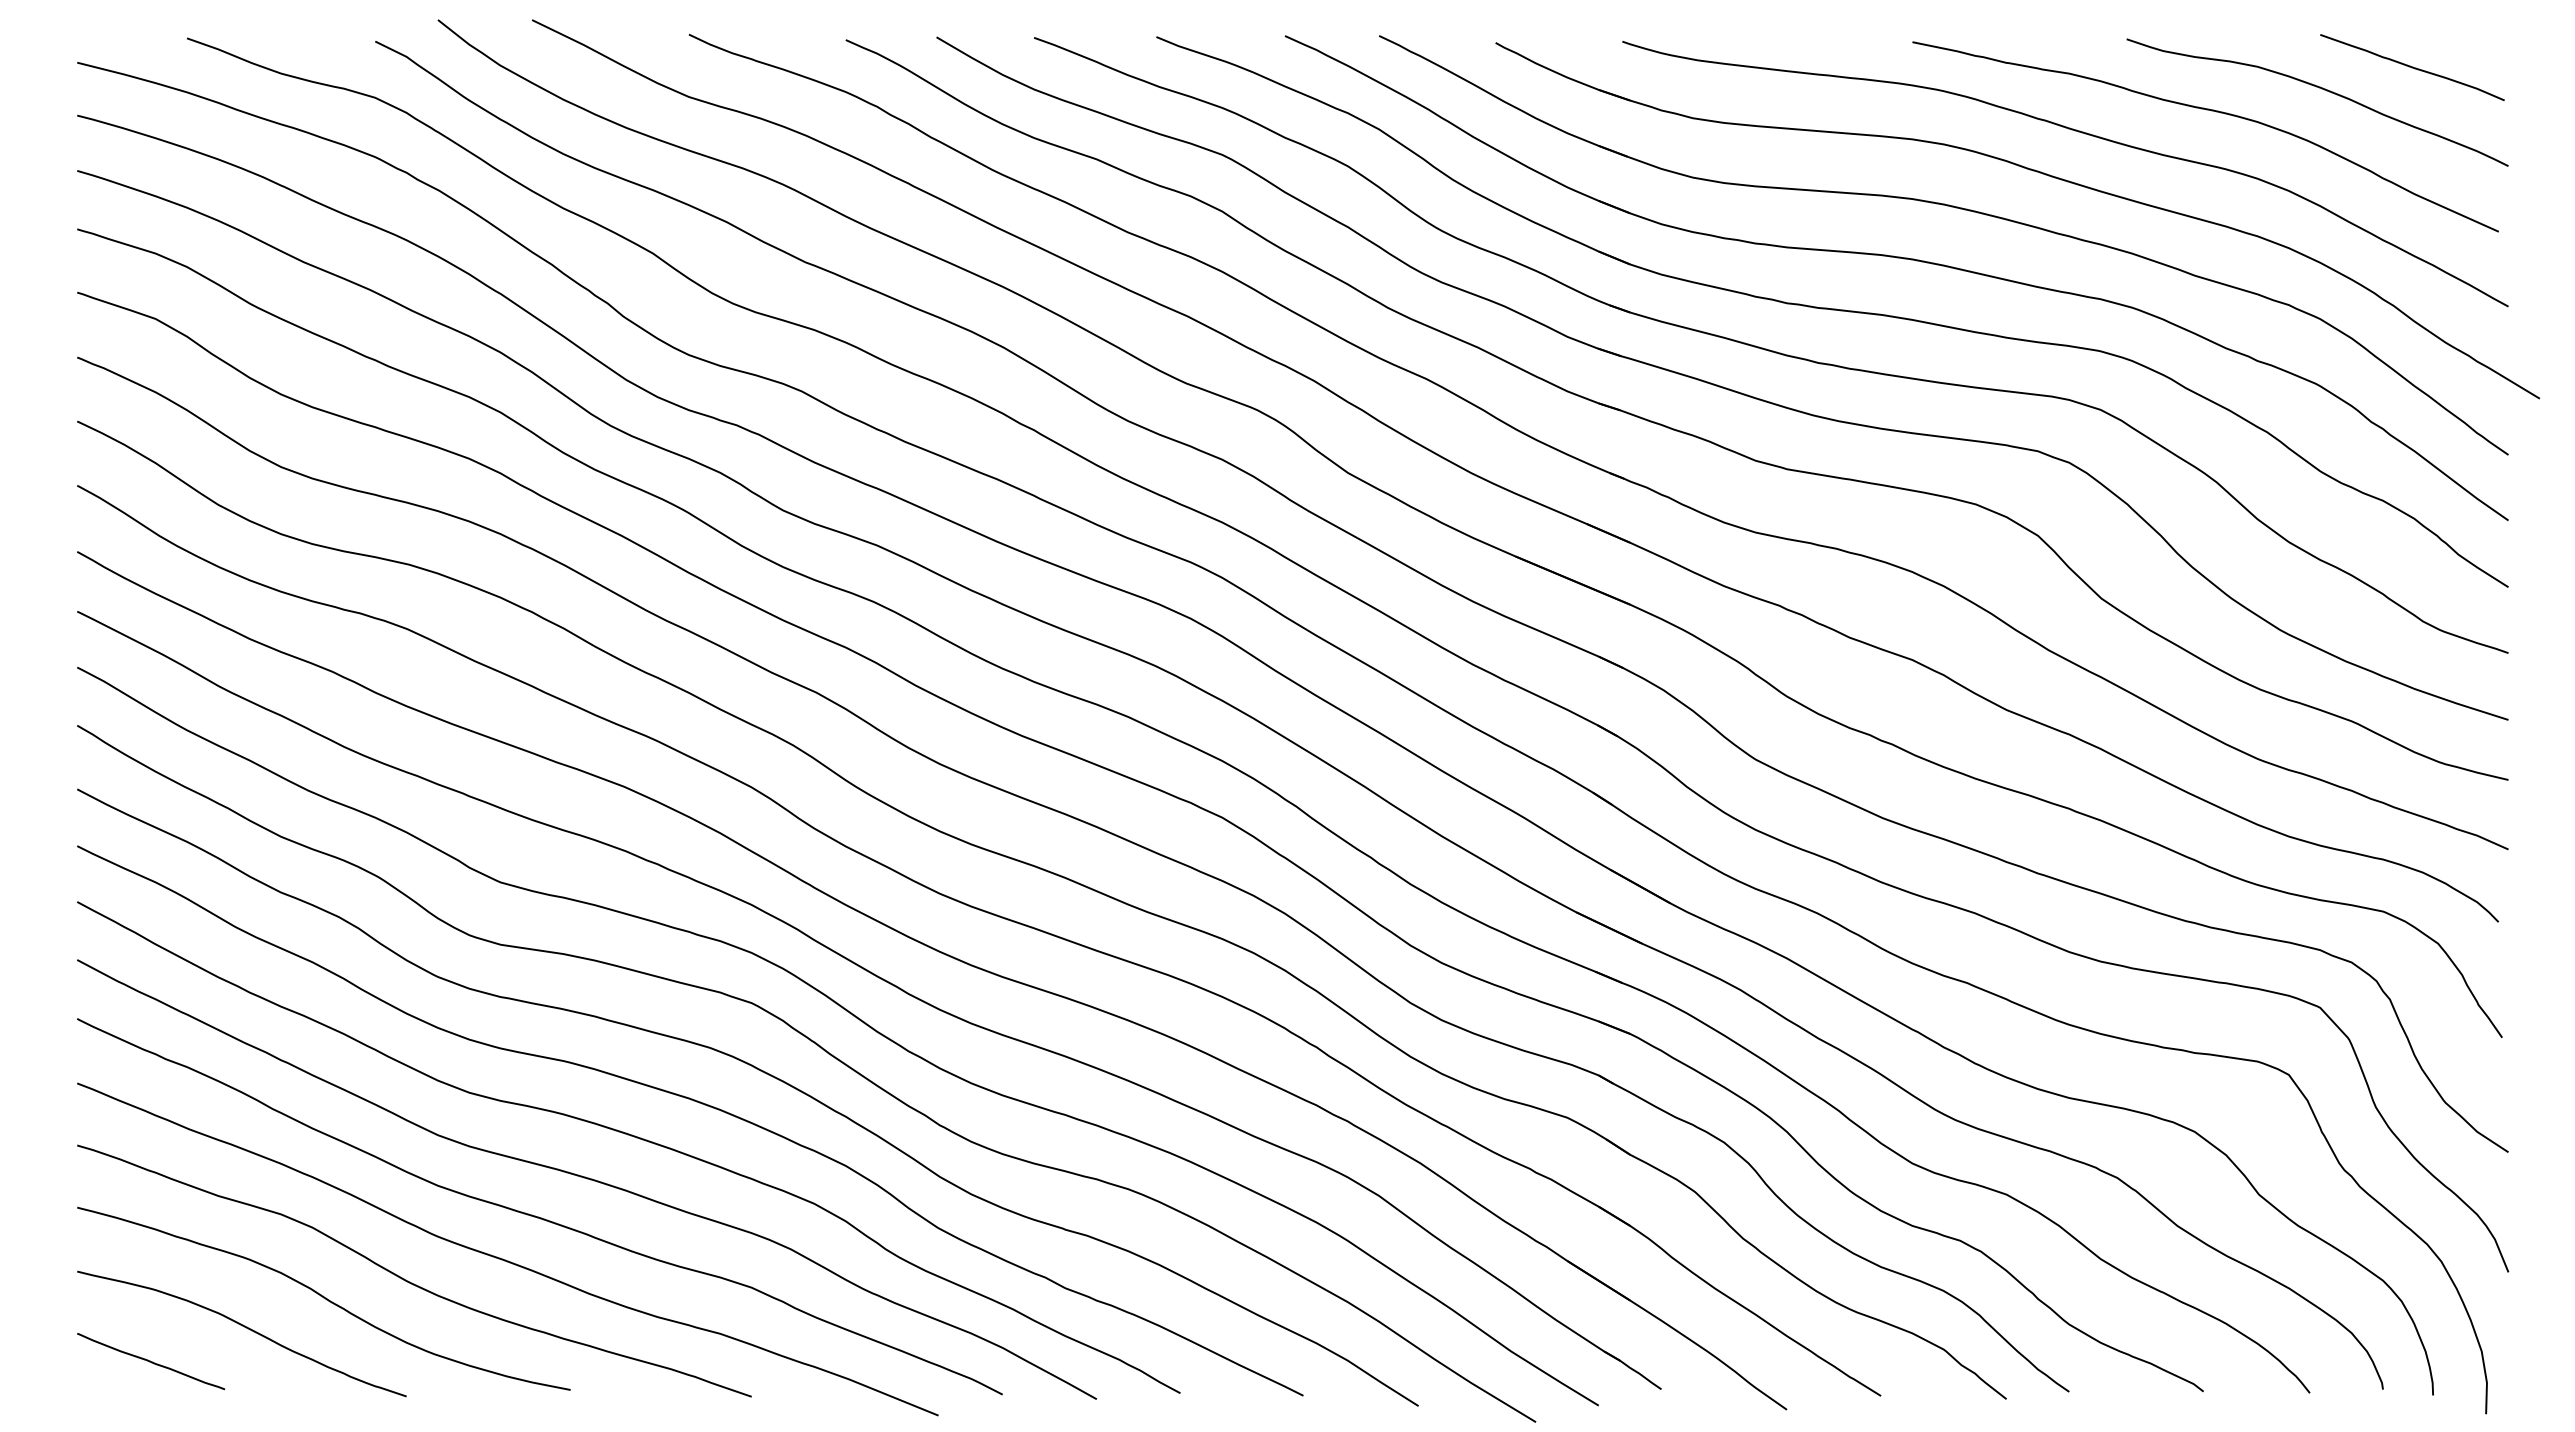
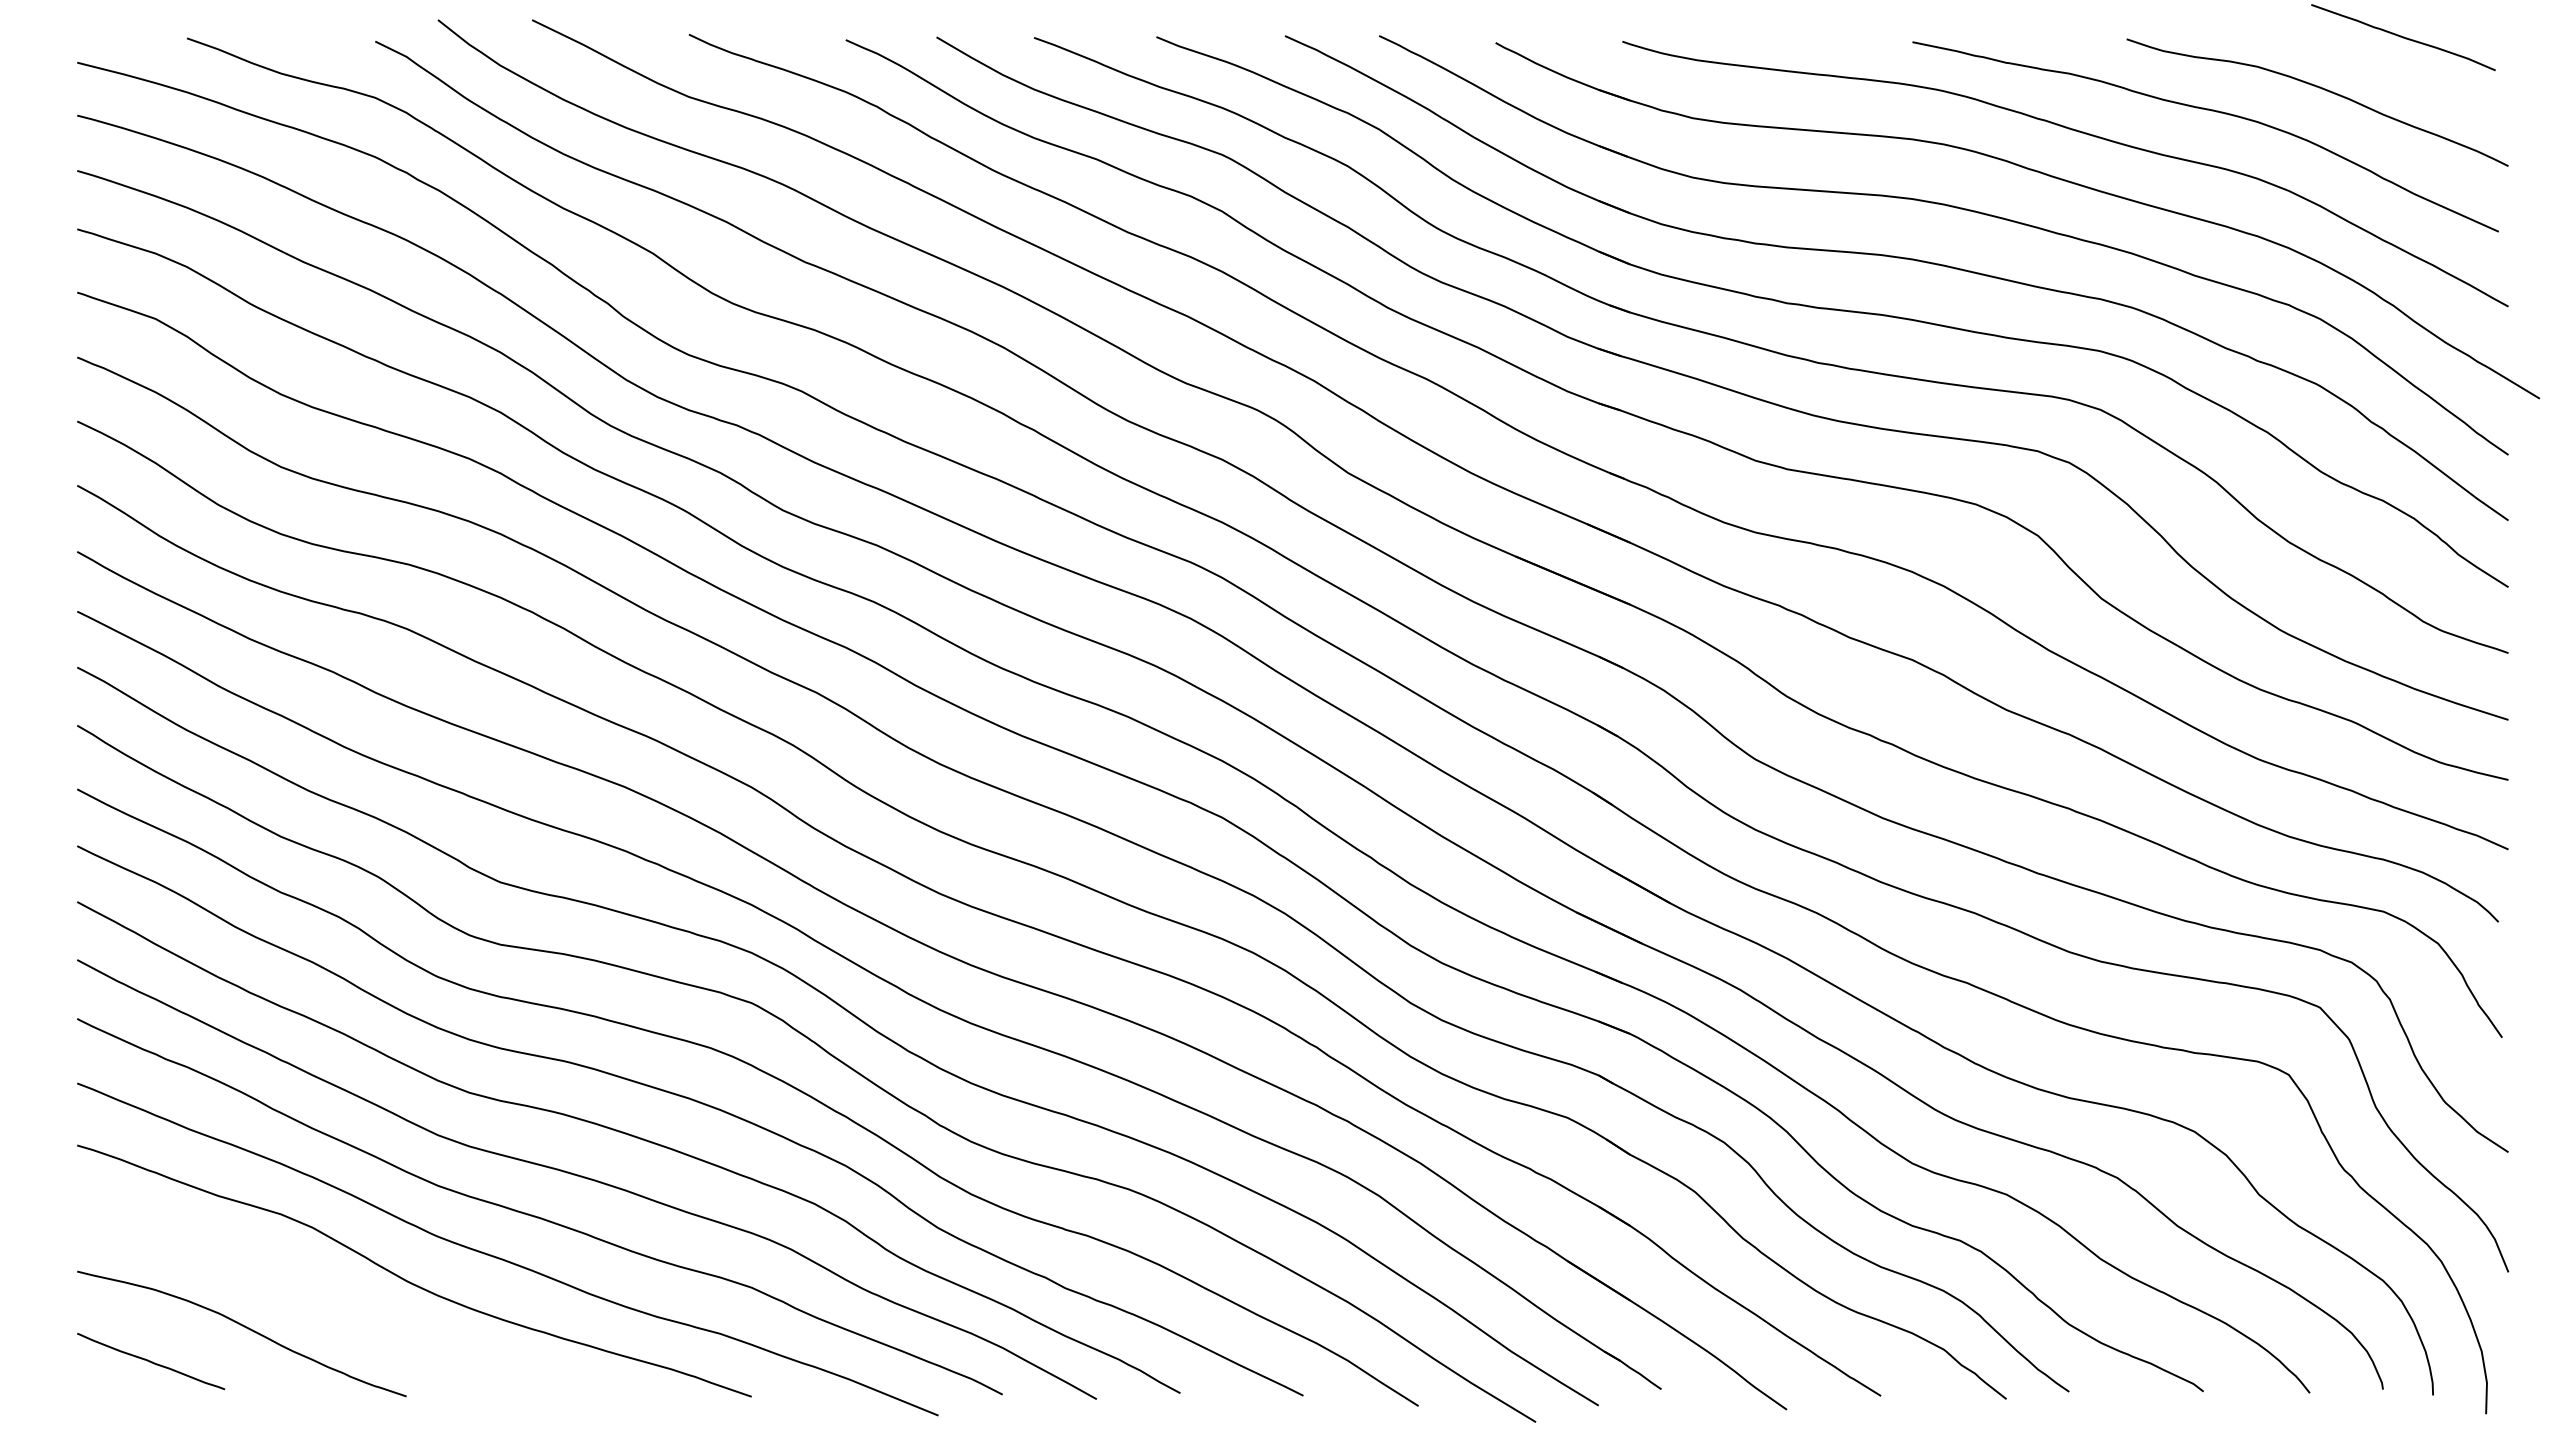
curve at (2412, 67) position: (2412, 67) -> (2403, 37)
curve at (323, 1298): present -> none
